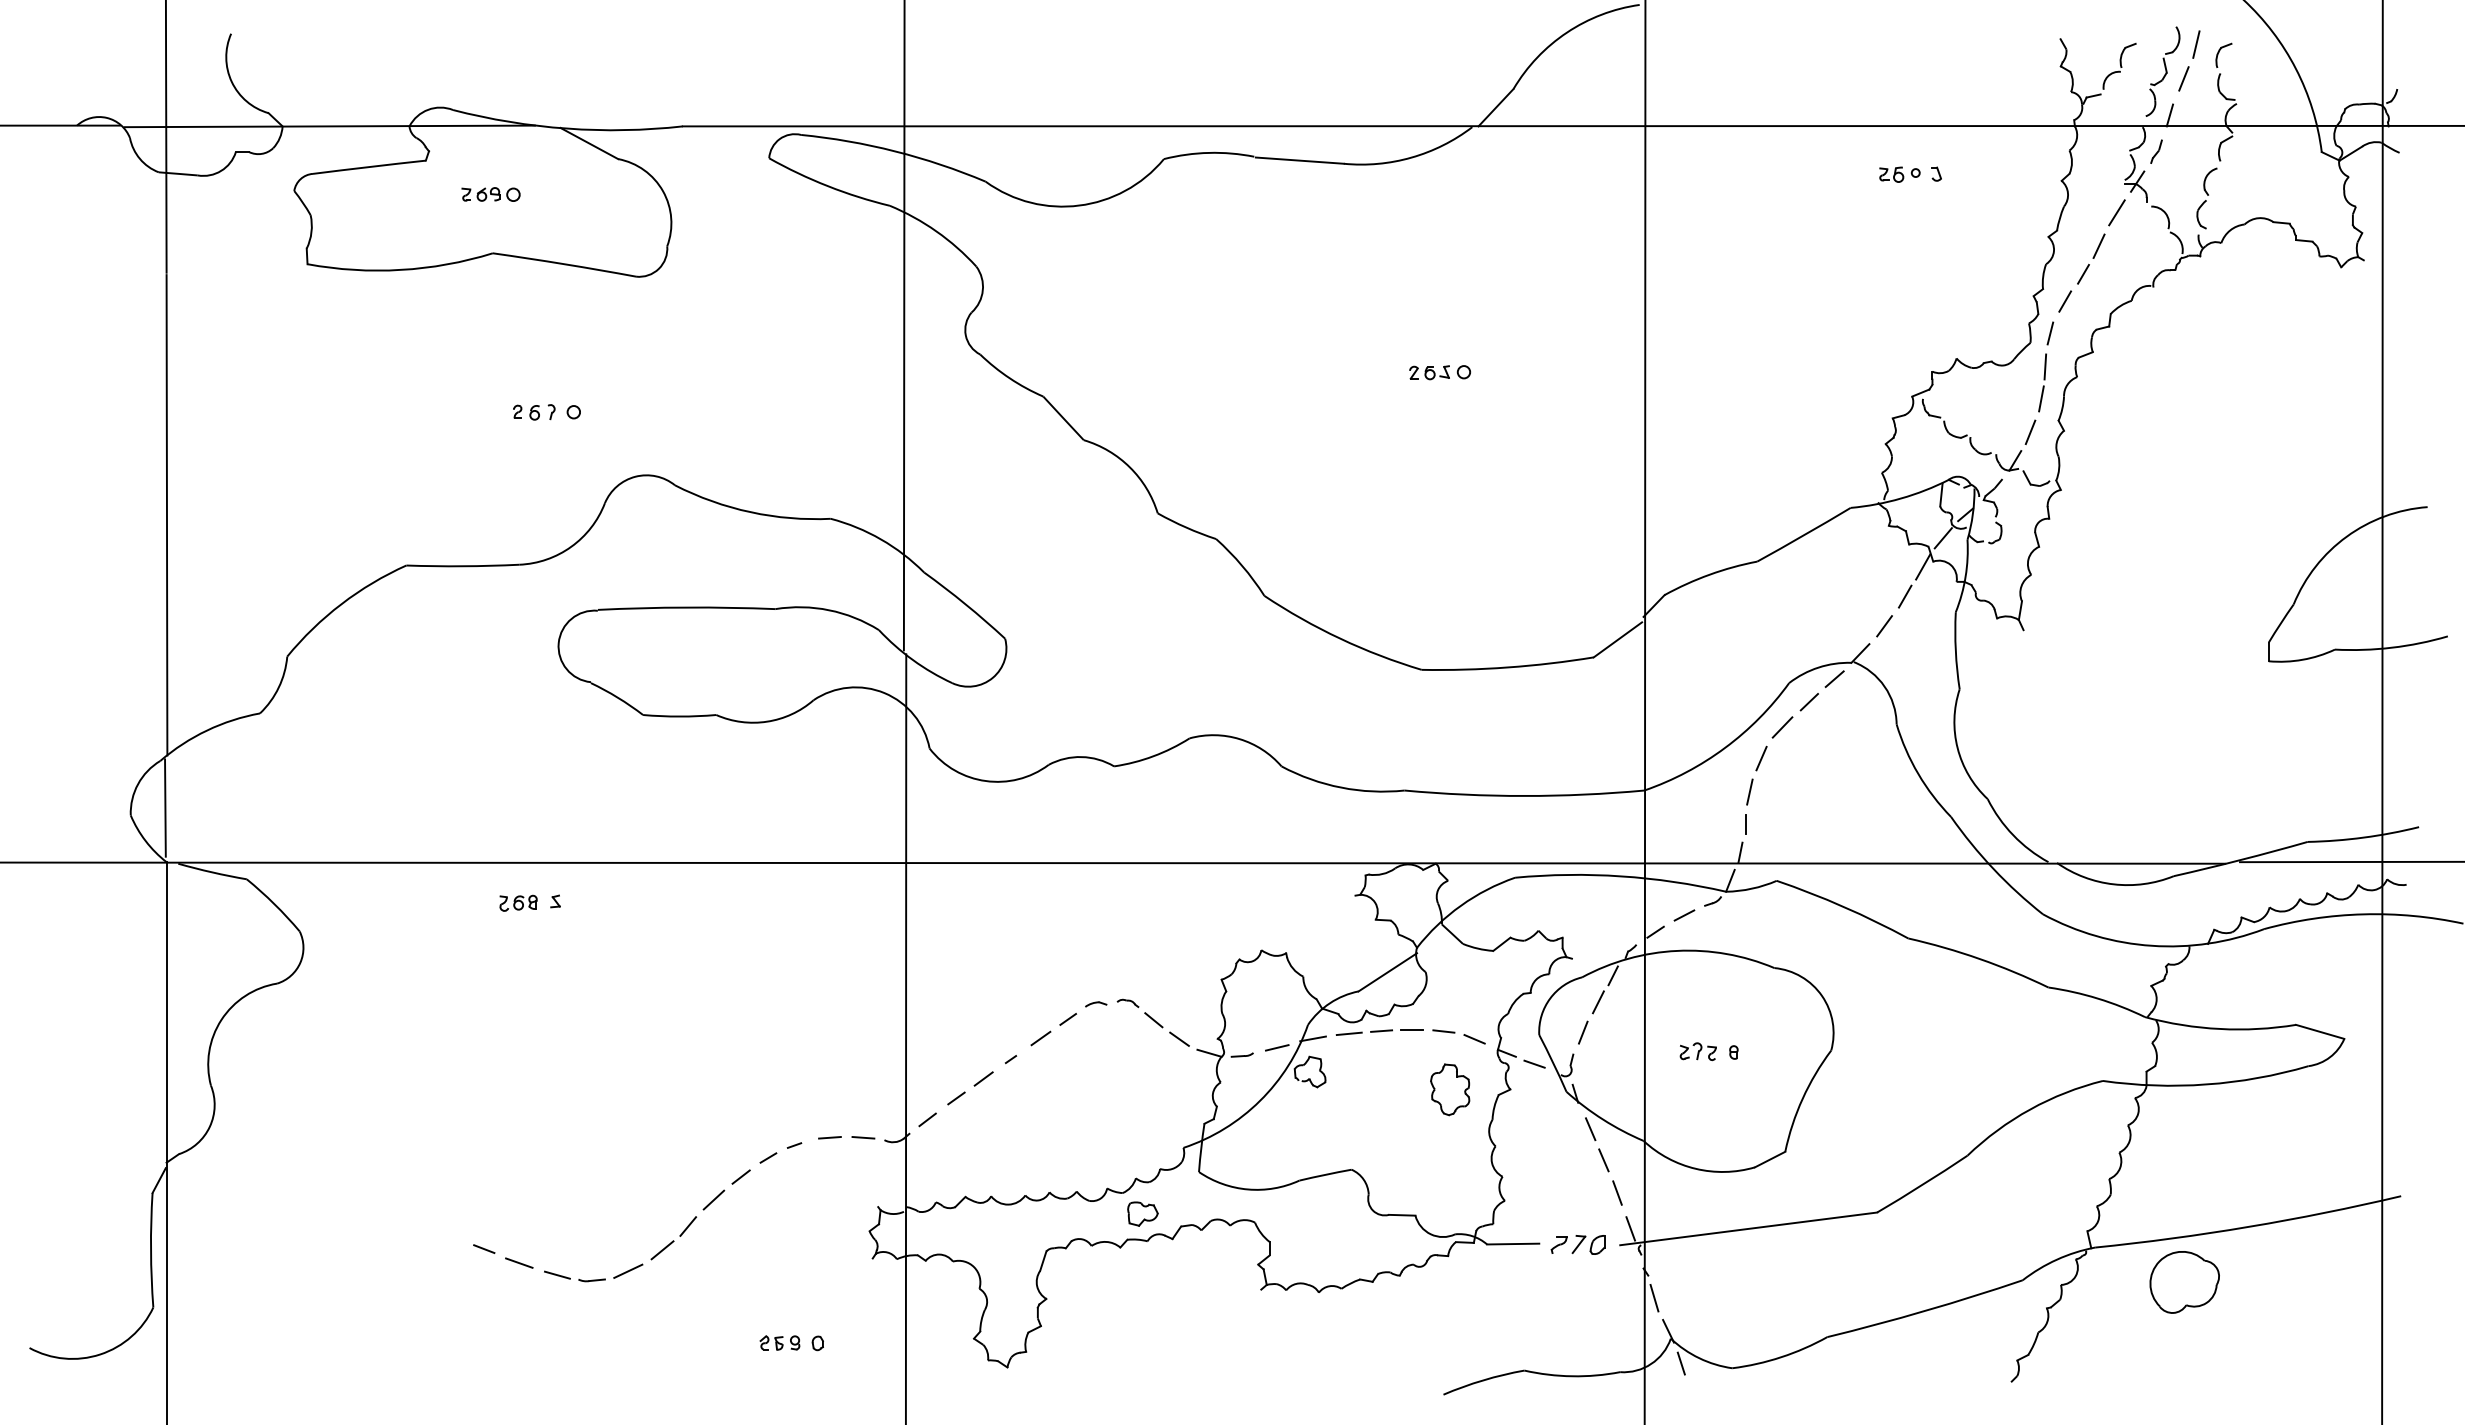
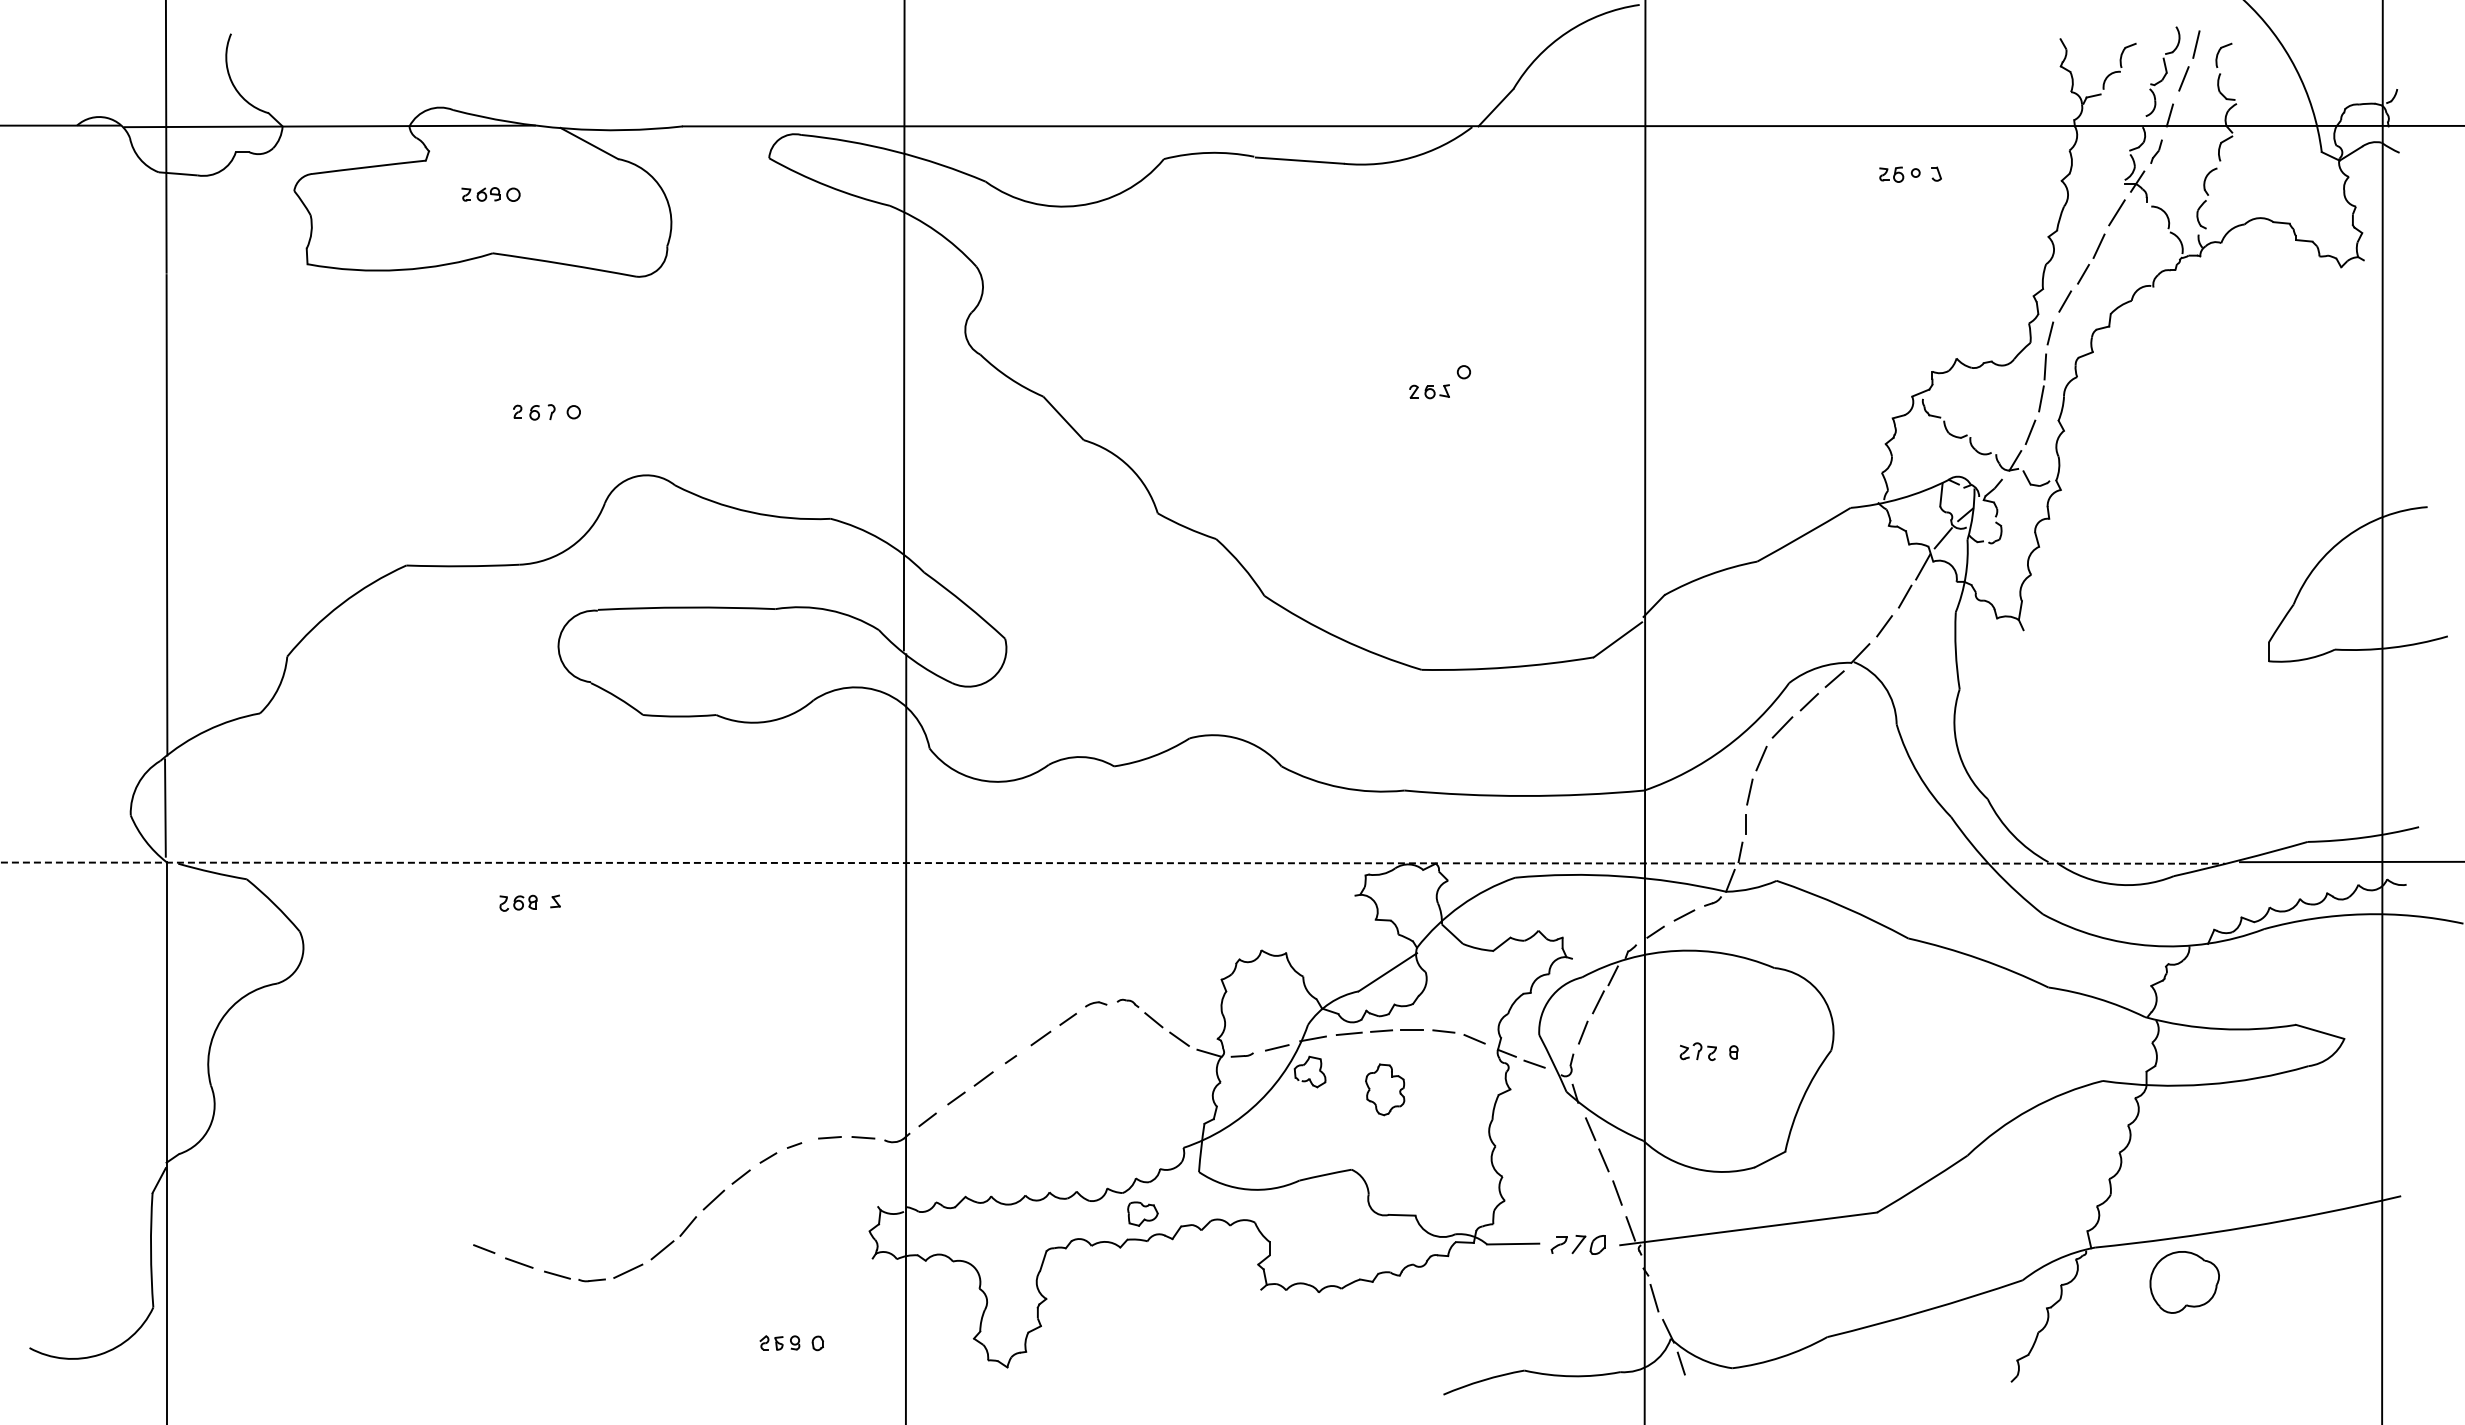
part at (1429, 372) position: (1429, 372) -> (1429, 391)
line at (1113, 863): solid -> dashed
part at (1450, 1089) position: (1450, 1089) -> (1385, 1089)
